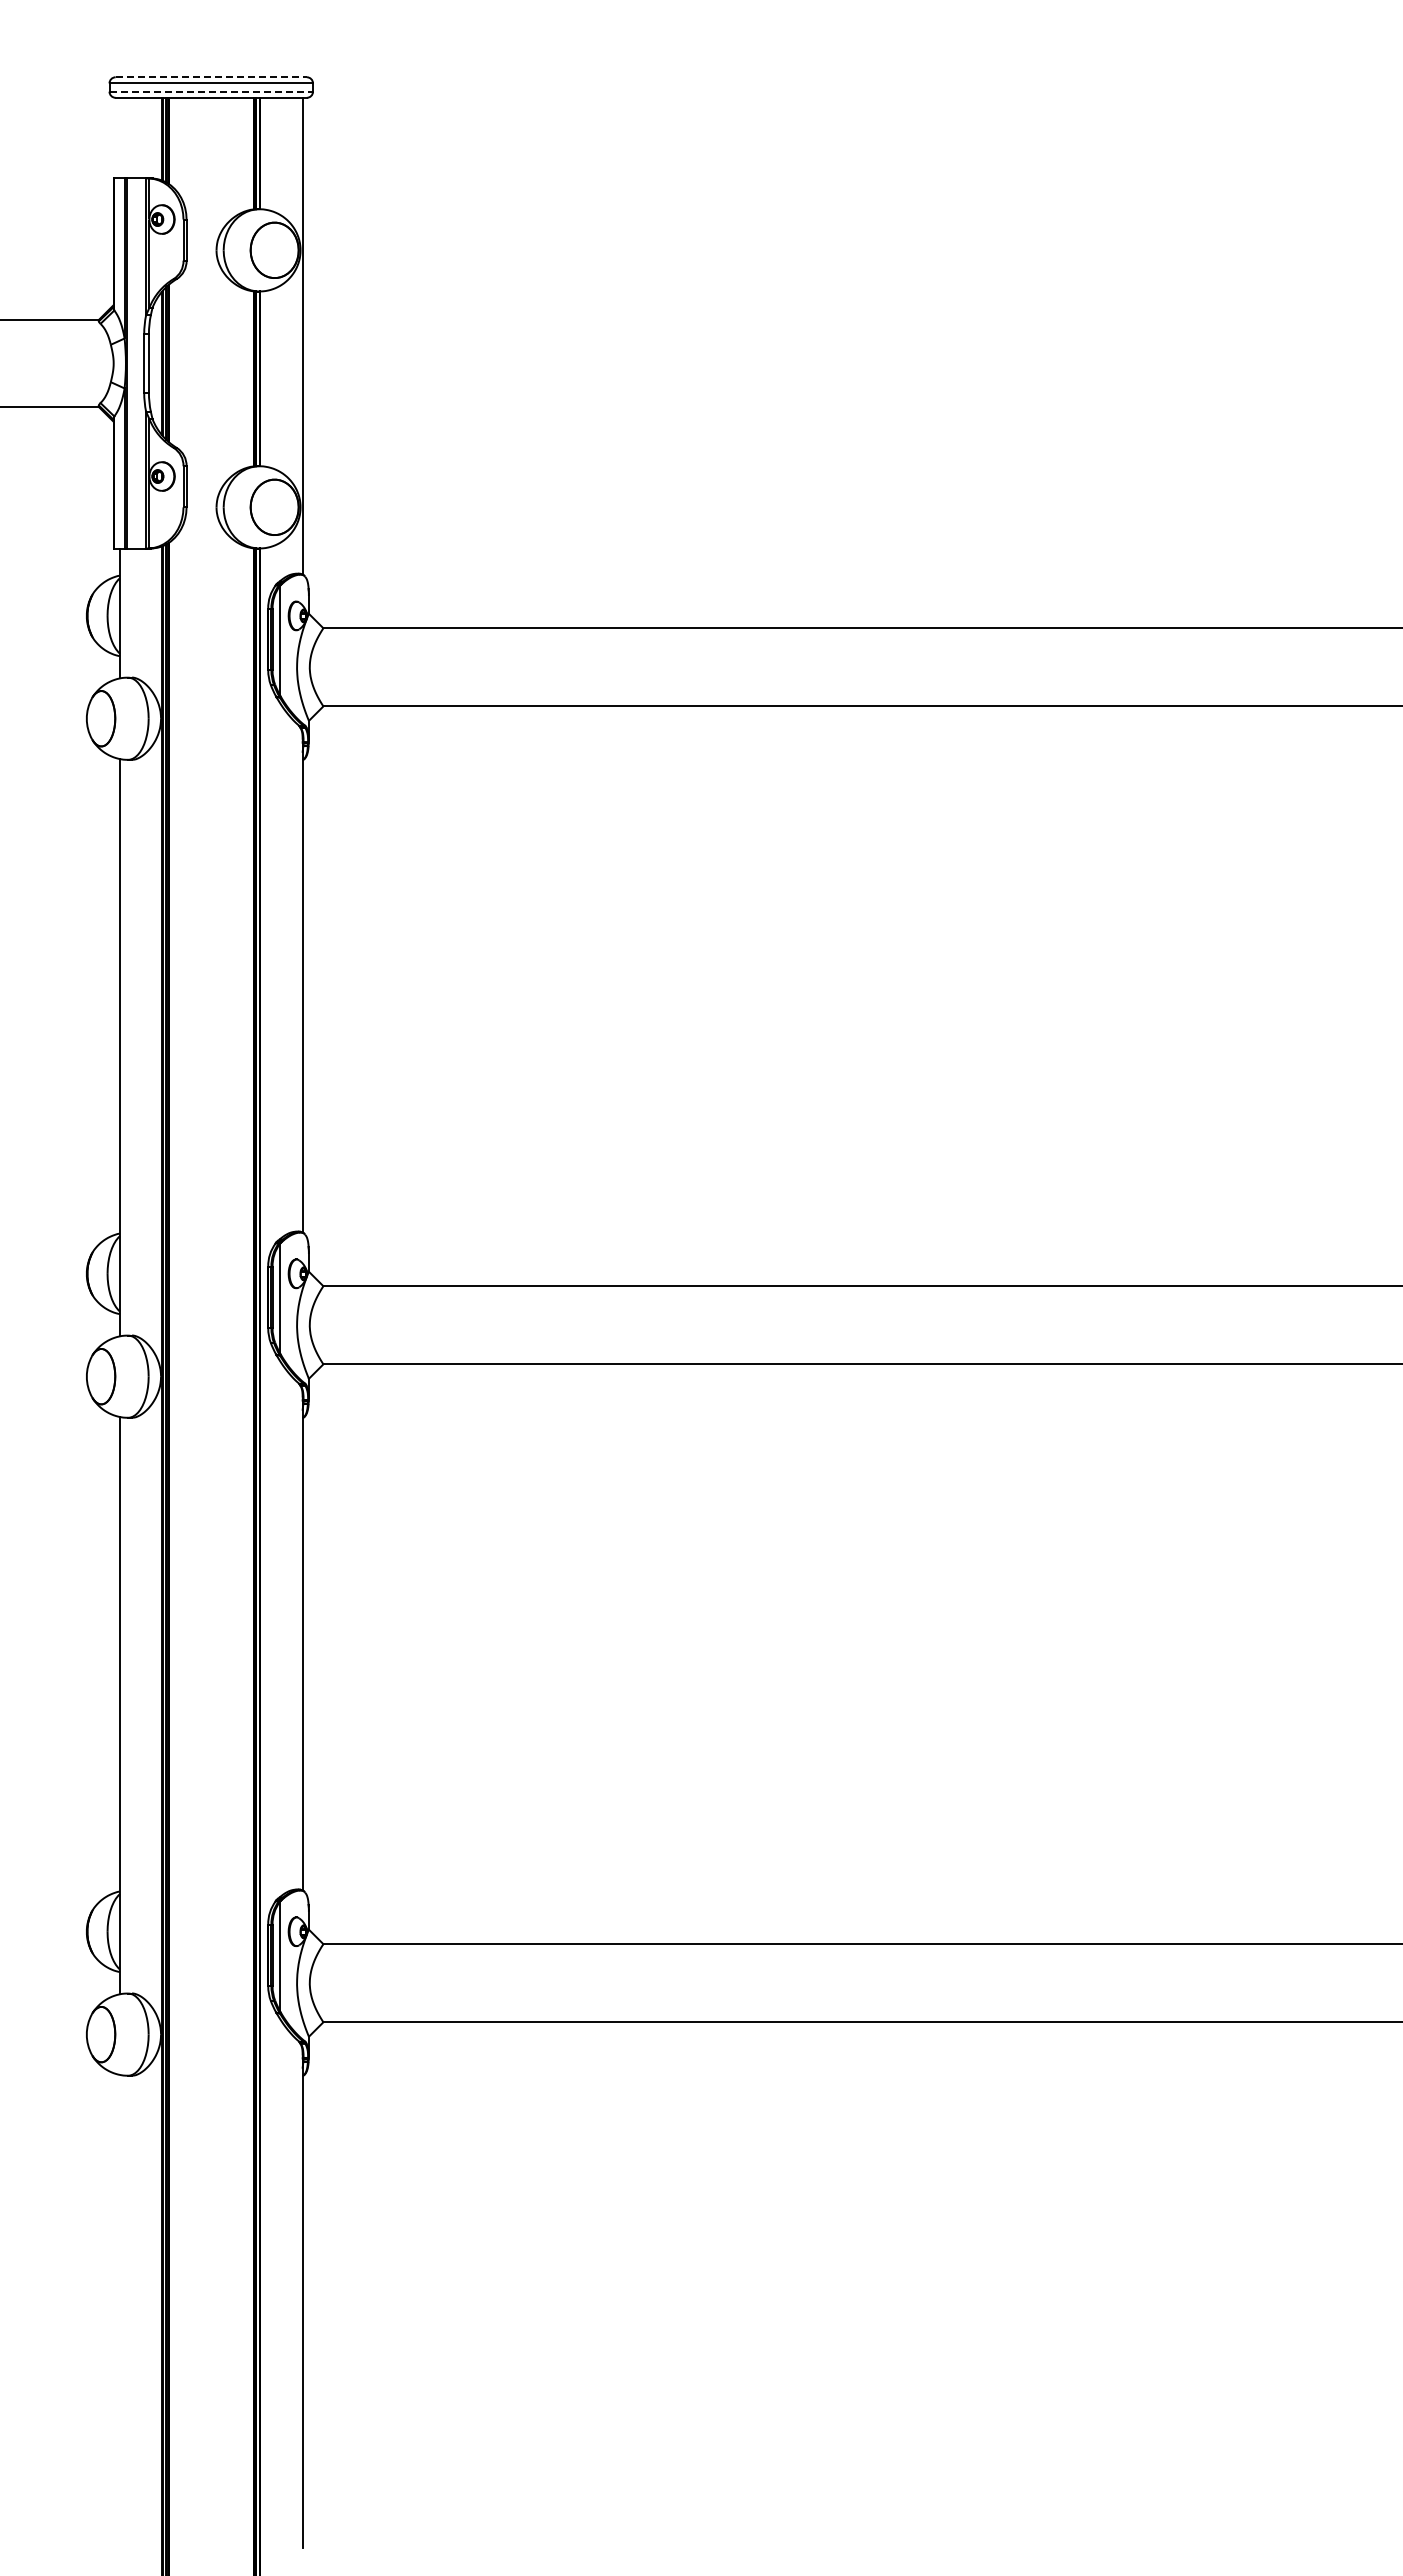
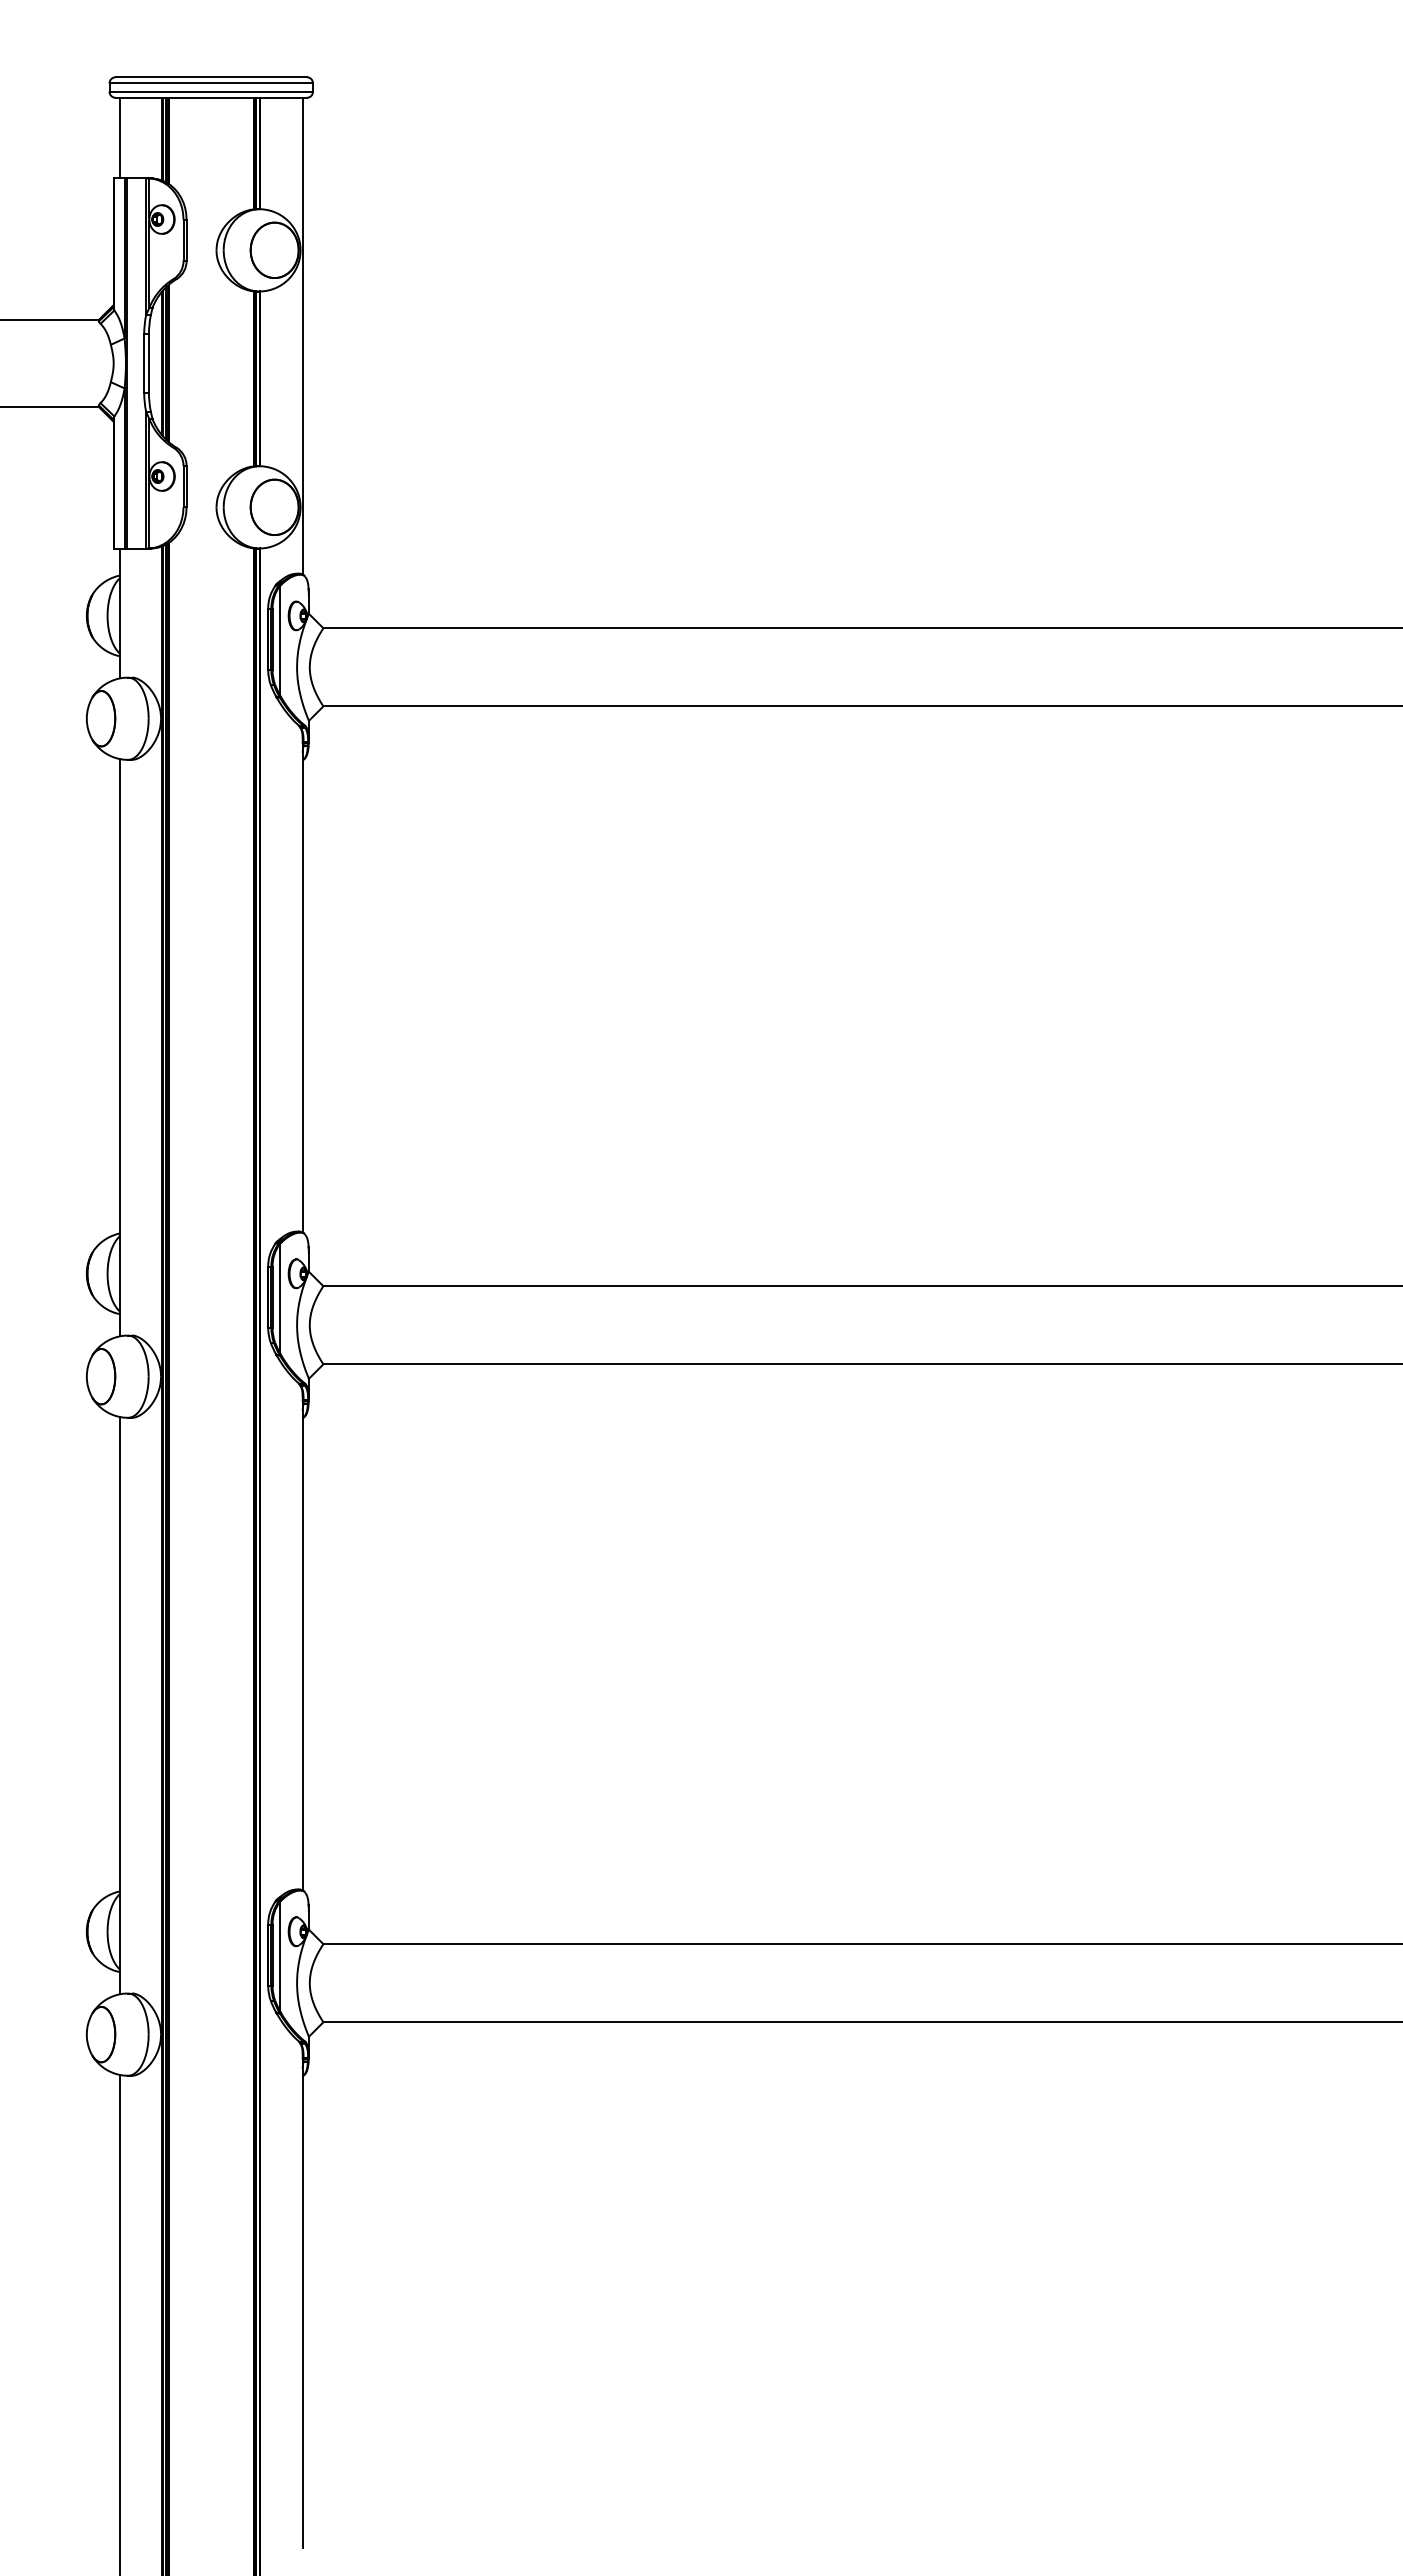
line at (211, 77): dashed -> solid
line at (211, 91): dashed -> solid
line at (119, 137): none -> present
line at (119, 2323): none -> present
